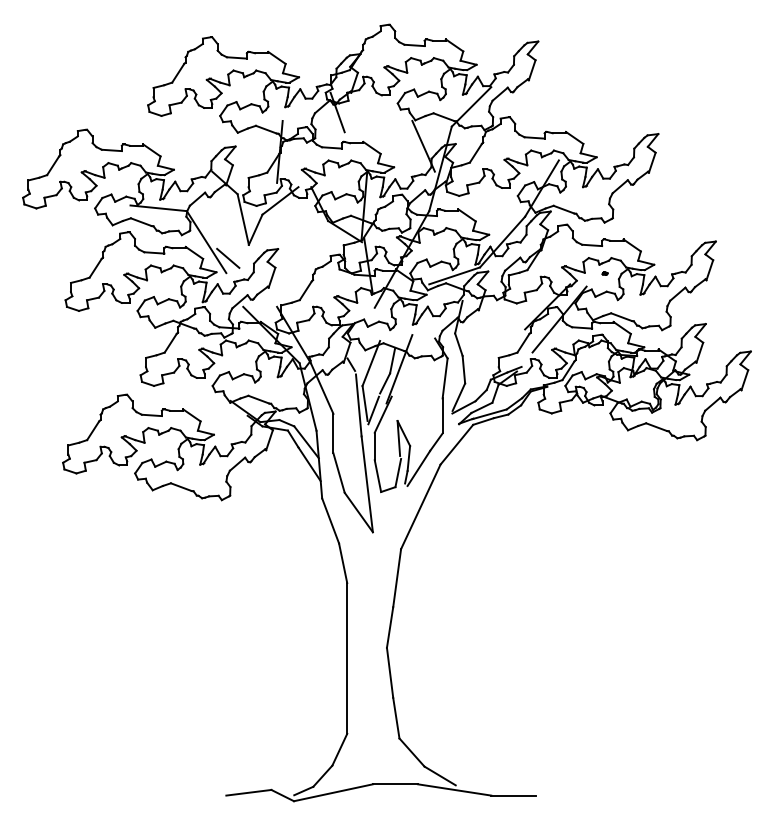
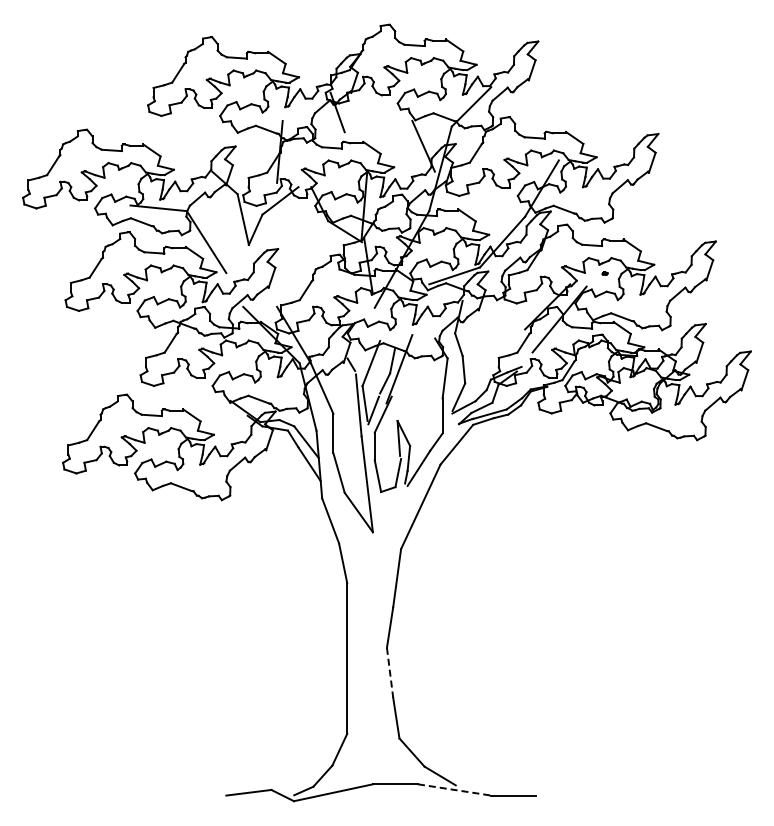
line at (228, 257): present -> none
line at (390, 673): solid -> dashed
line at (455, 790): solid -> dashed
